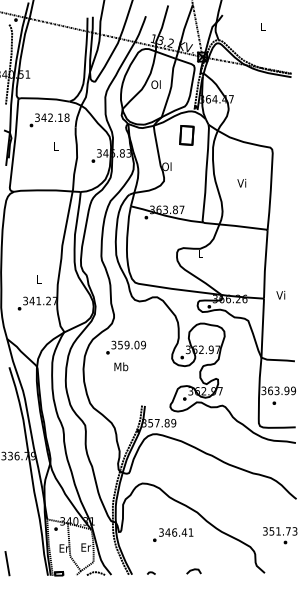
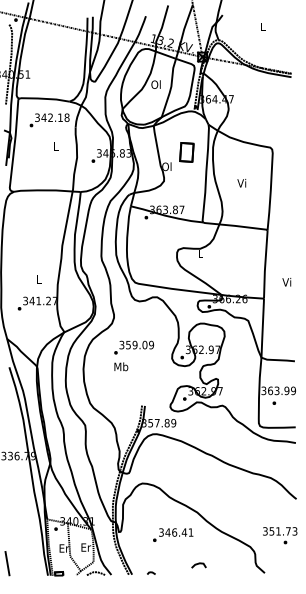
part at (186, 135) position: (186, 135) -> (186, 152)
text at (280, 295) position: (280, 295) -> (286, 282)
text at (125, 347) position: (125, 347) -> (133, 347)
line at (193, 570) position: (193, 570) -> (198, 564)
